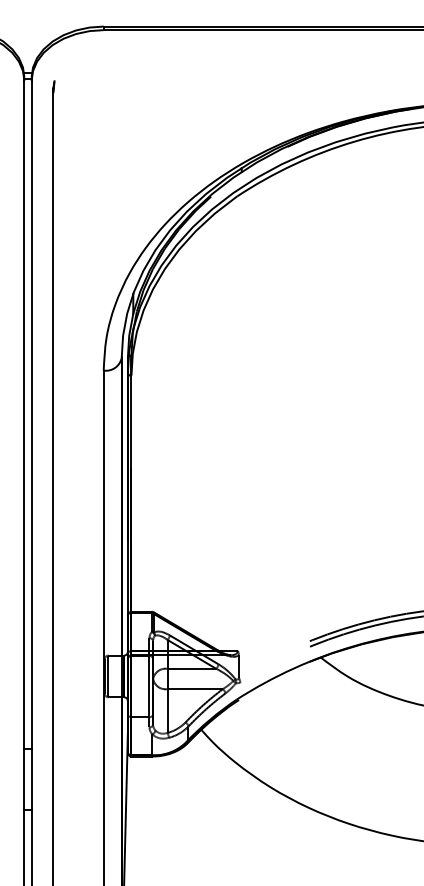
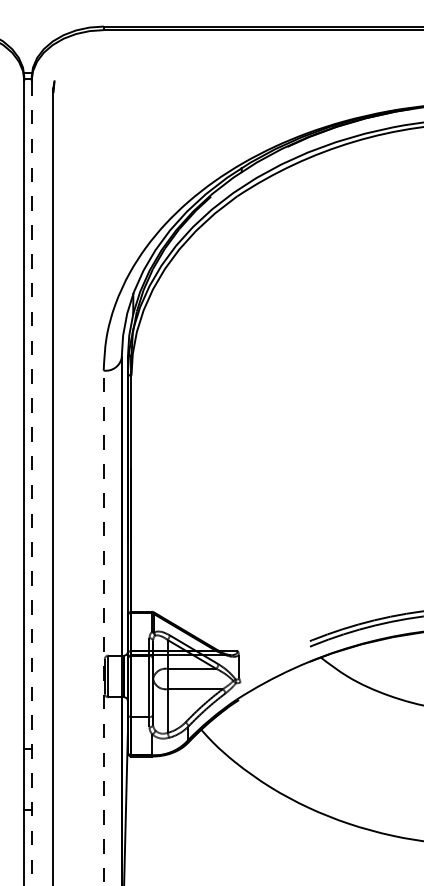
line at (31, 484): solid -> dashed
line at (103, 627): solid -> dashed
